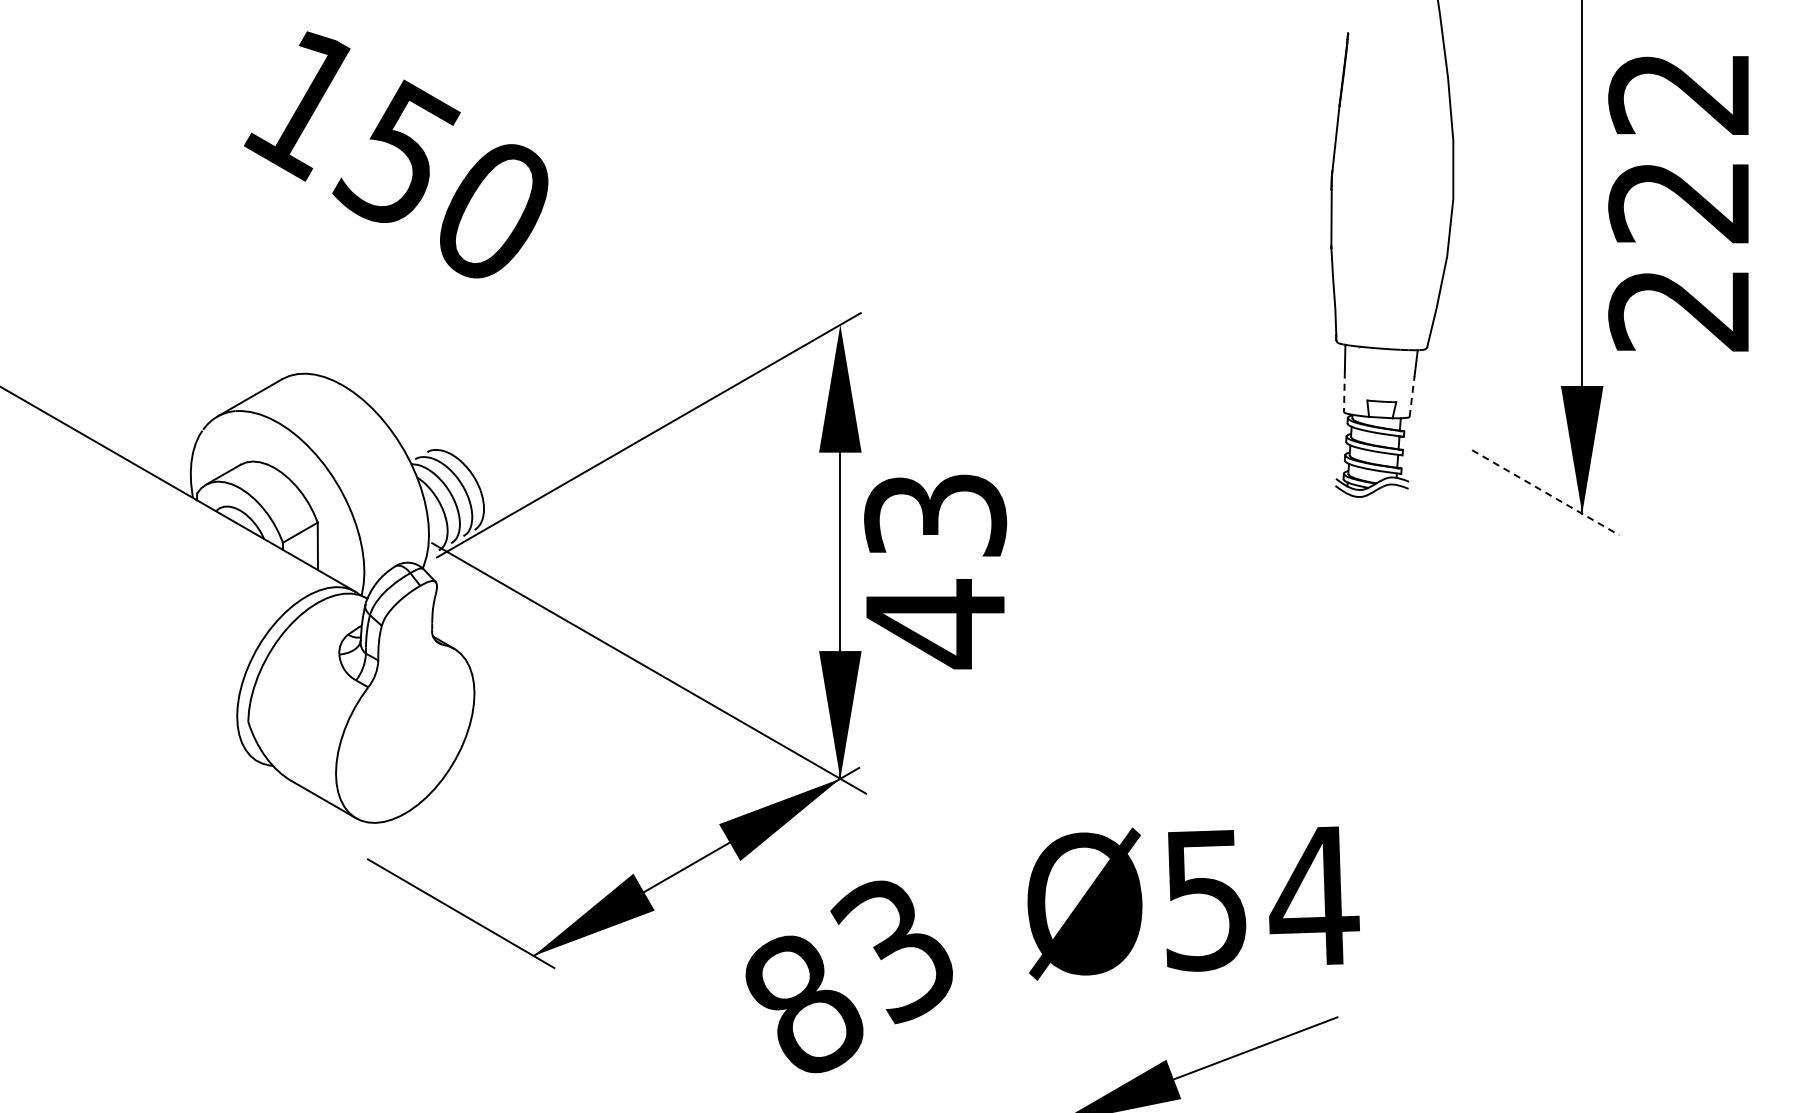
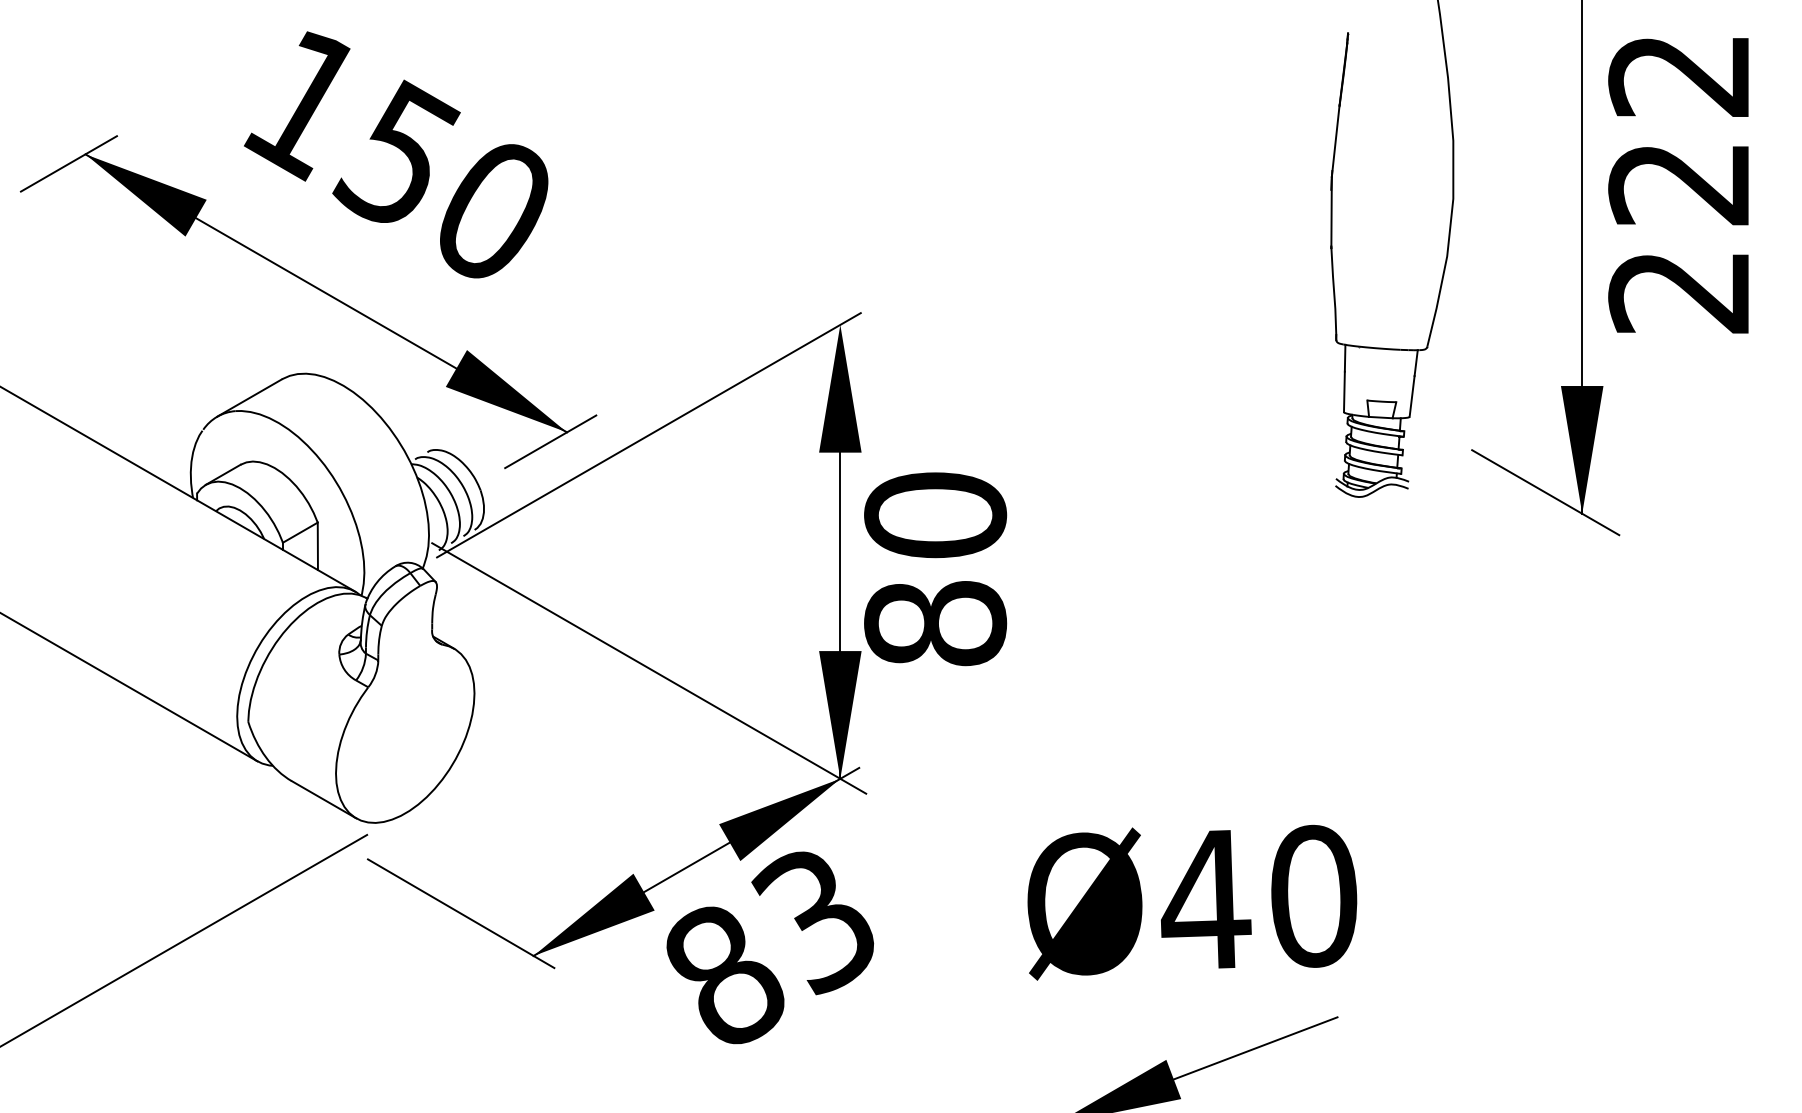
text at (1678, 203) position: (1678, 203) -> (1678, 185)
part at (315, 288): none -> present
line at (1344, 392): dashed -> solid
line at (1412, 396): dashed -> solid
line at (1545, 492): dashed -> solid
text at (935, 570): 43 -> 80
line at (129, 687): none -> present
text at (1259, 897): Ø54 -> Ø40
line at (184, 939): none -> present
text at (848, 976) position: (848, 976) -> (769, 947)
